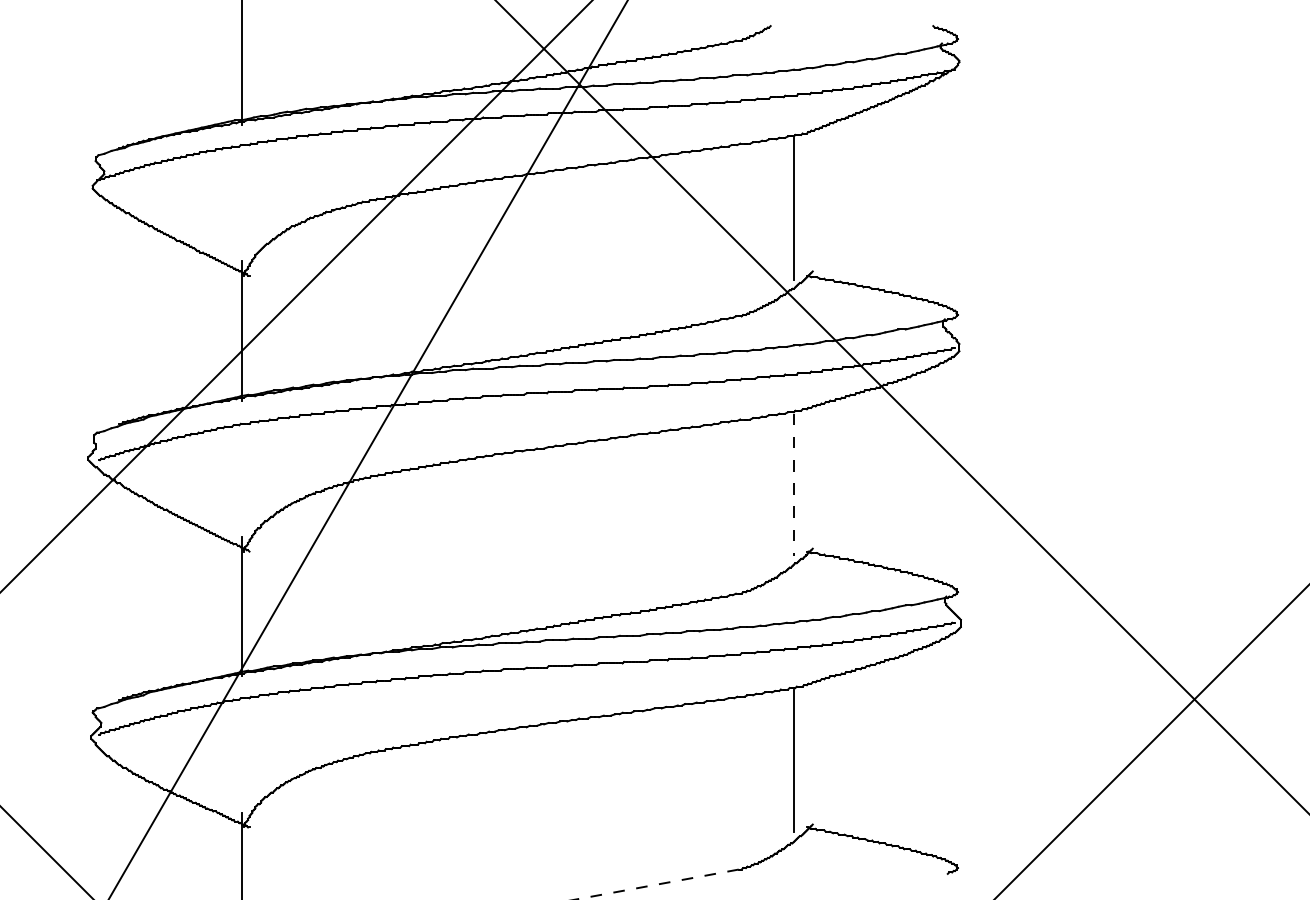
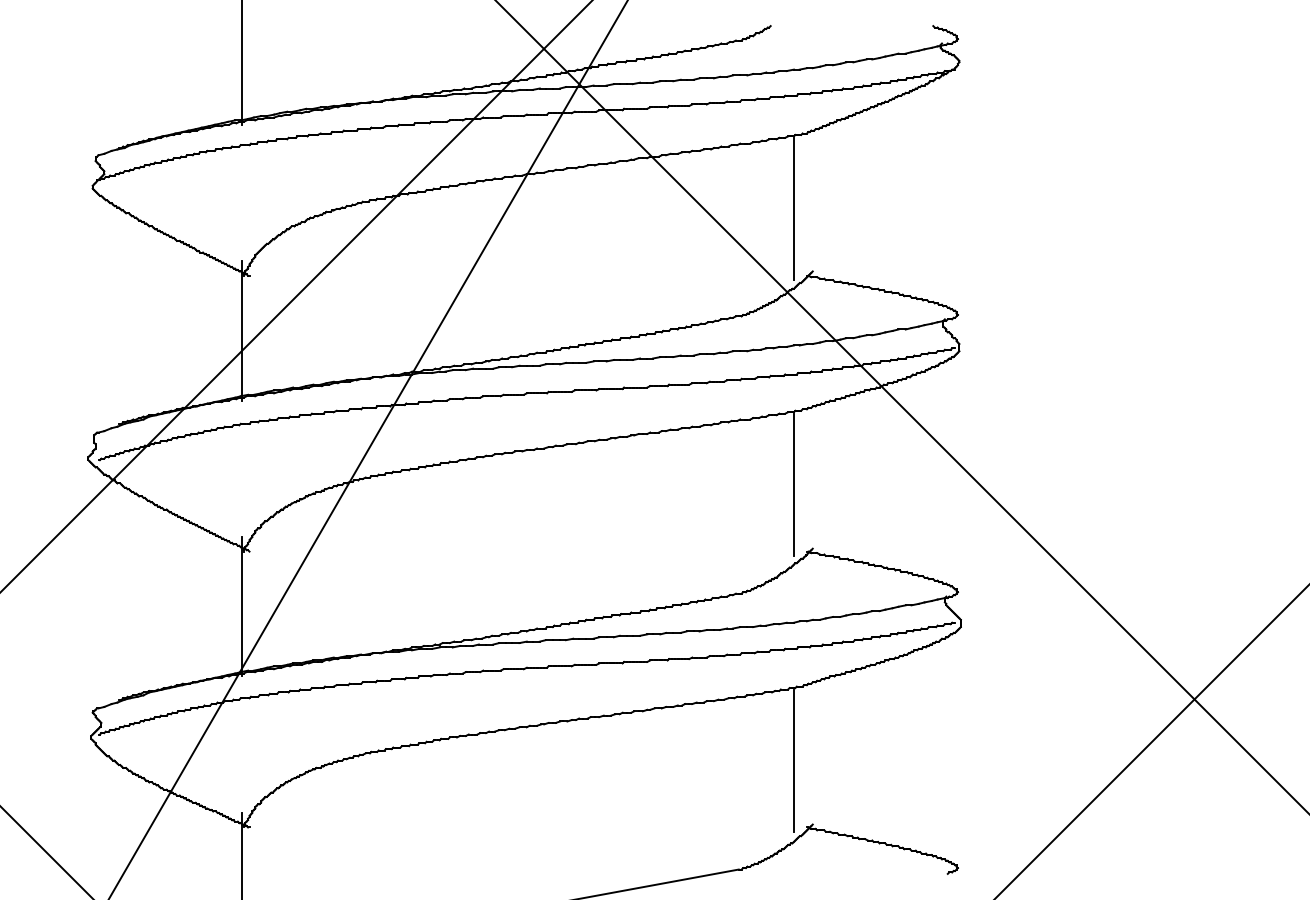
line at (793, 485): dashed -> solid
line at (656, 884): dashed -> solid
